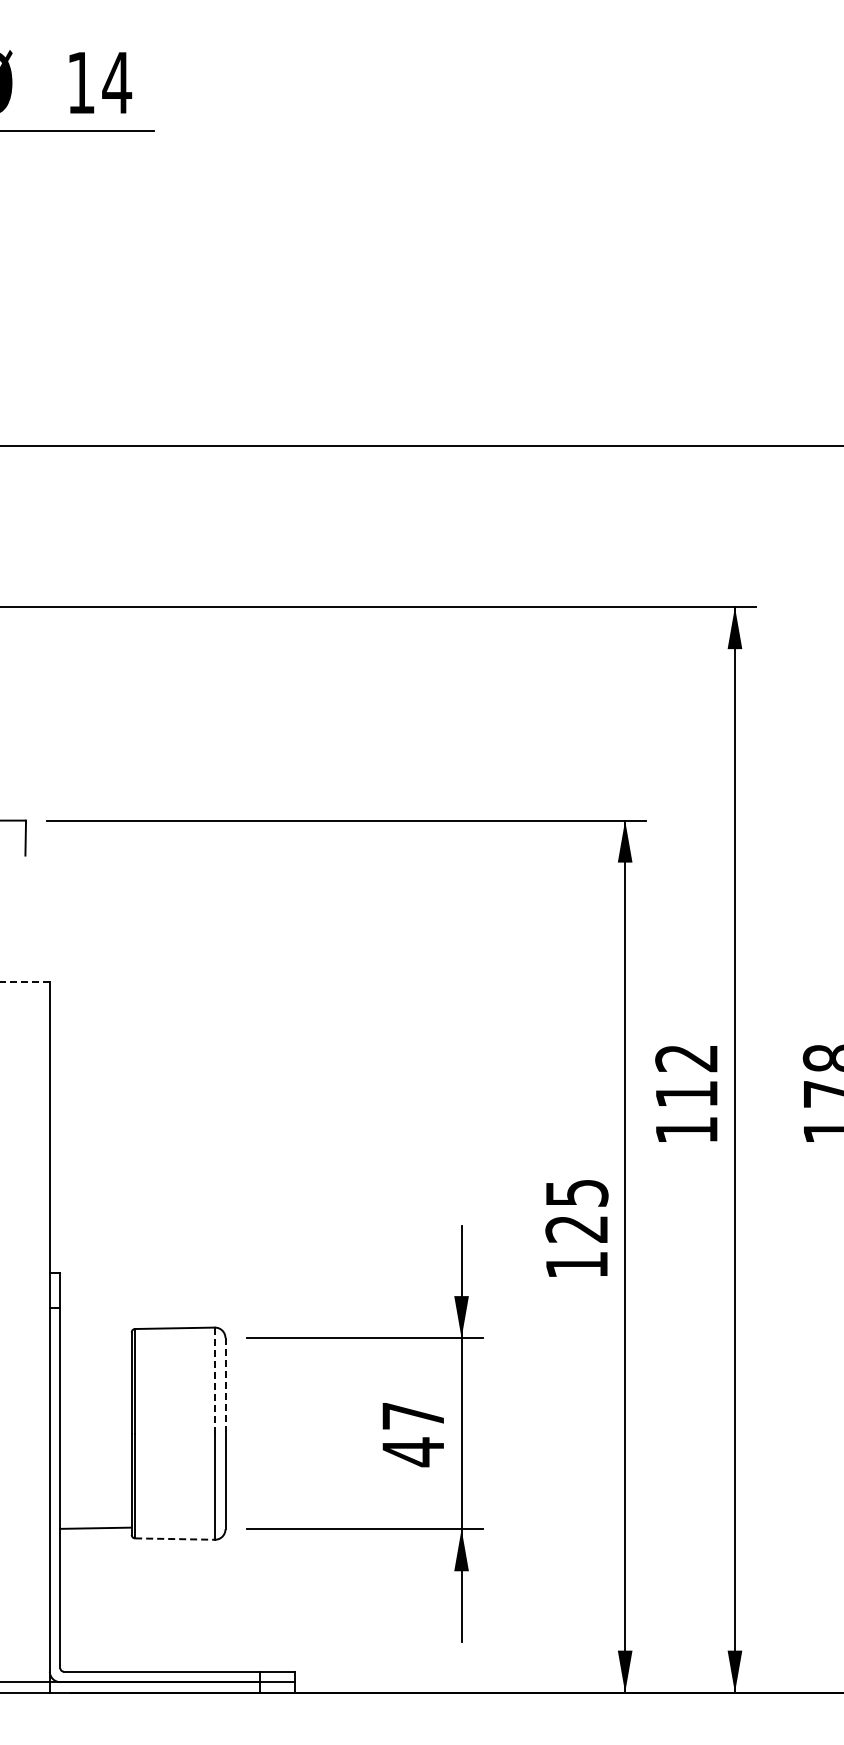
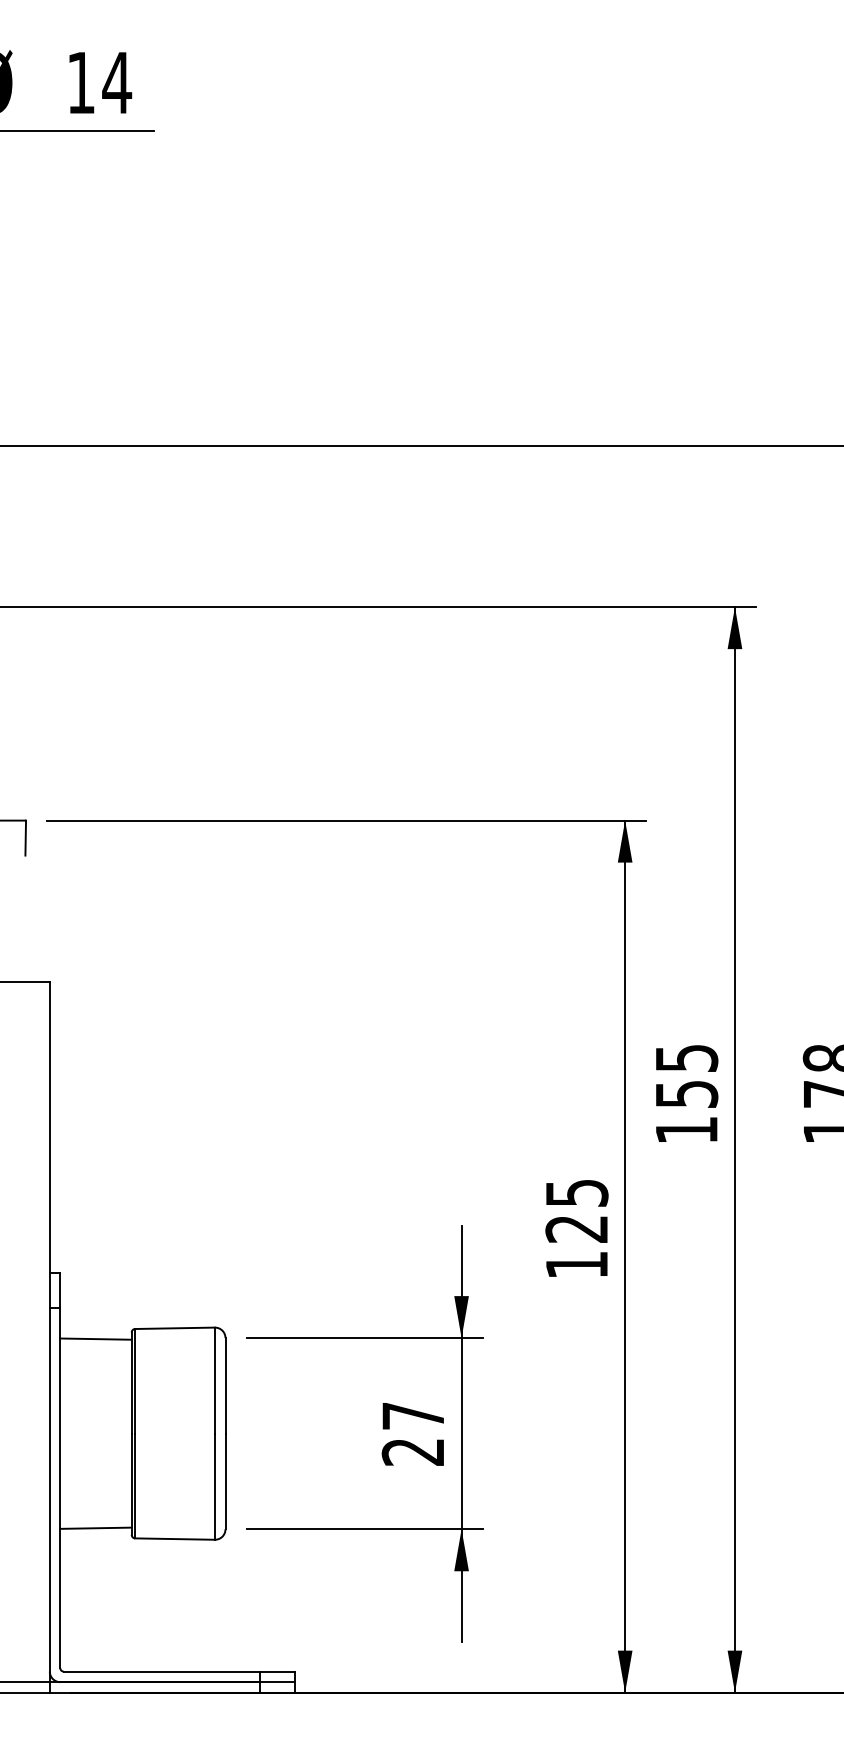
line at (24, 982): dashed -> solid
text at (686, 1076): 112 -> 155
line at (95, 1338): none -> present
line at (214, 1381): dashed -> solid
line at (225, 1385): dashed -> solid
text at (412, 1452): 47 -> 27
line at (174, 1539): dashed -> solid
